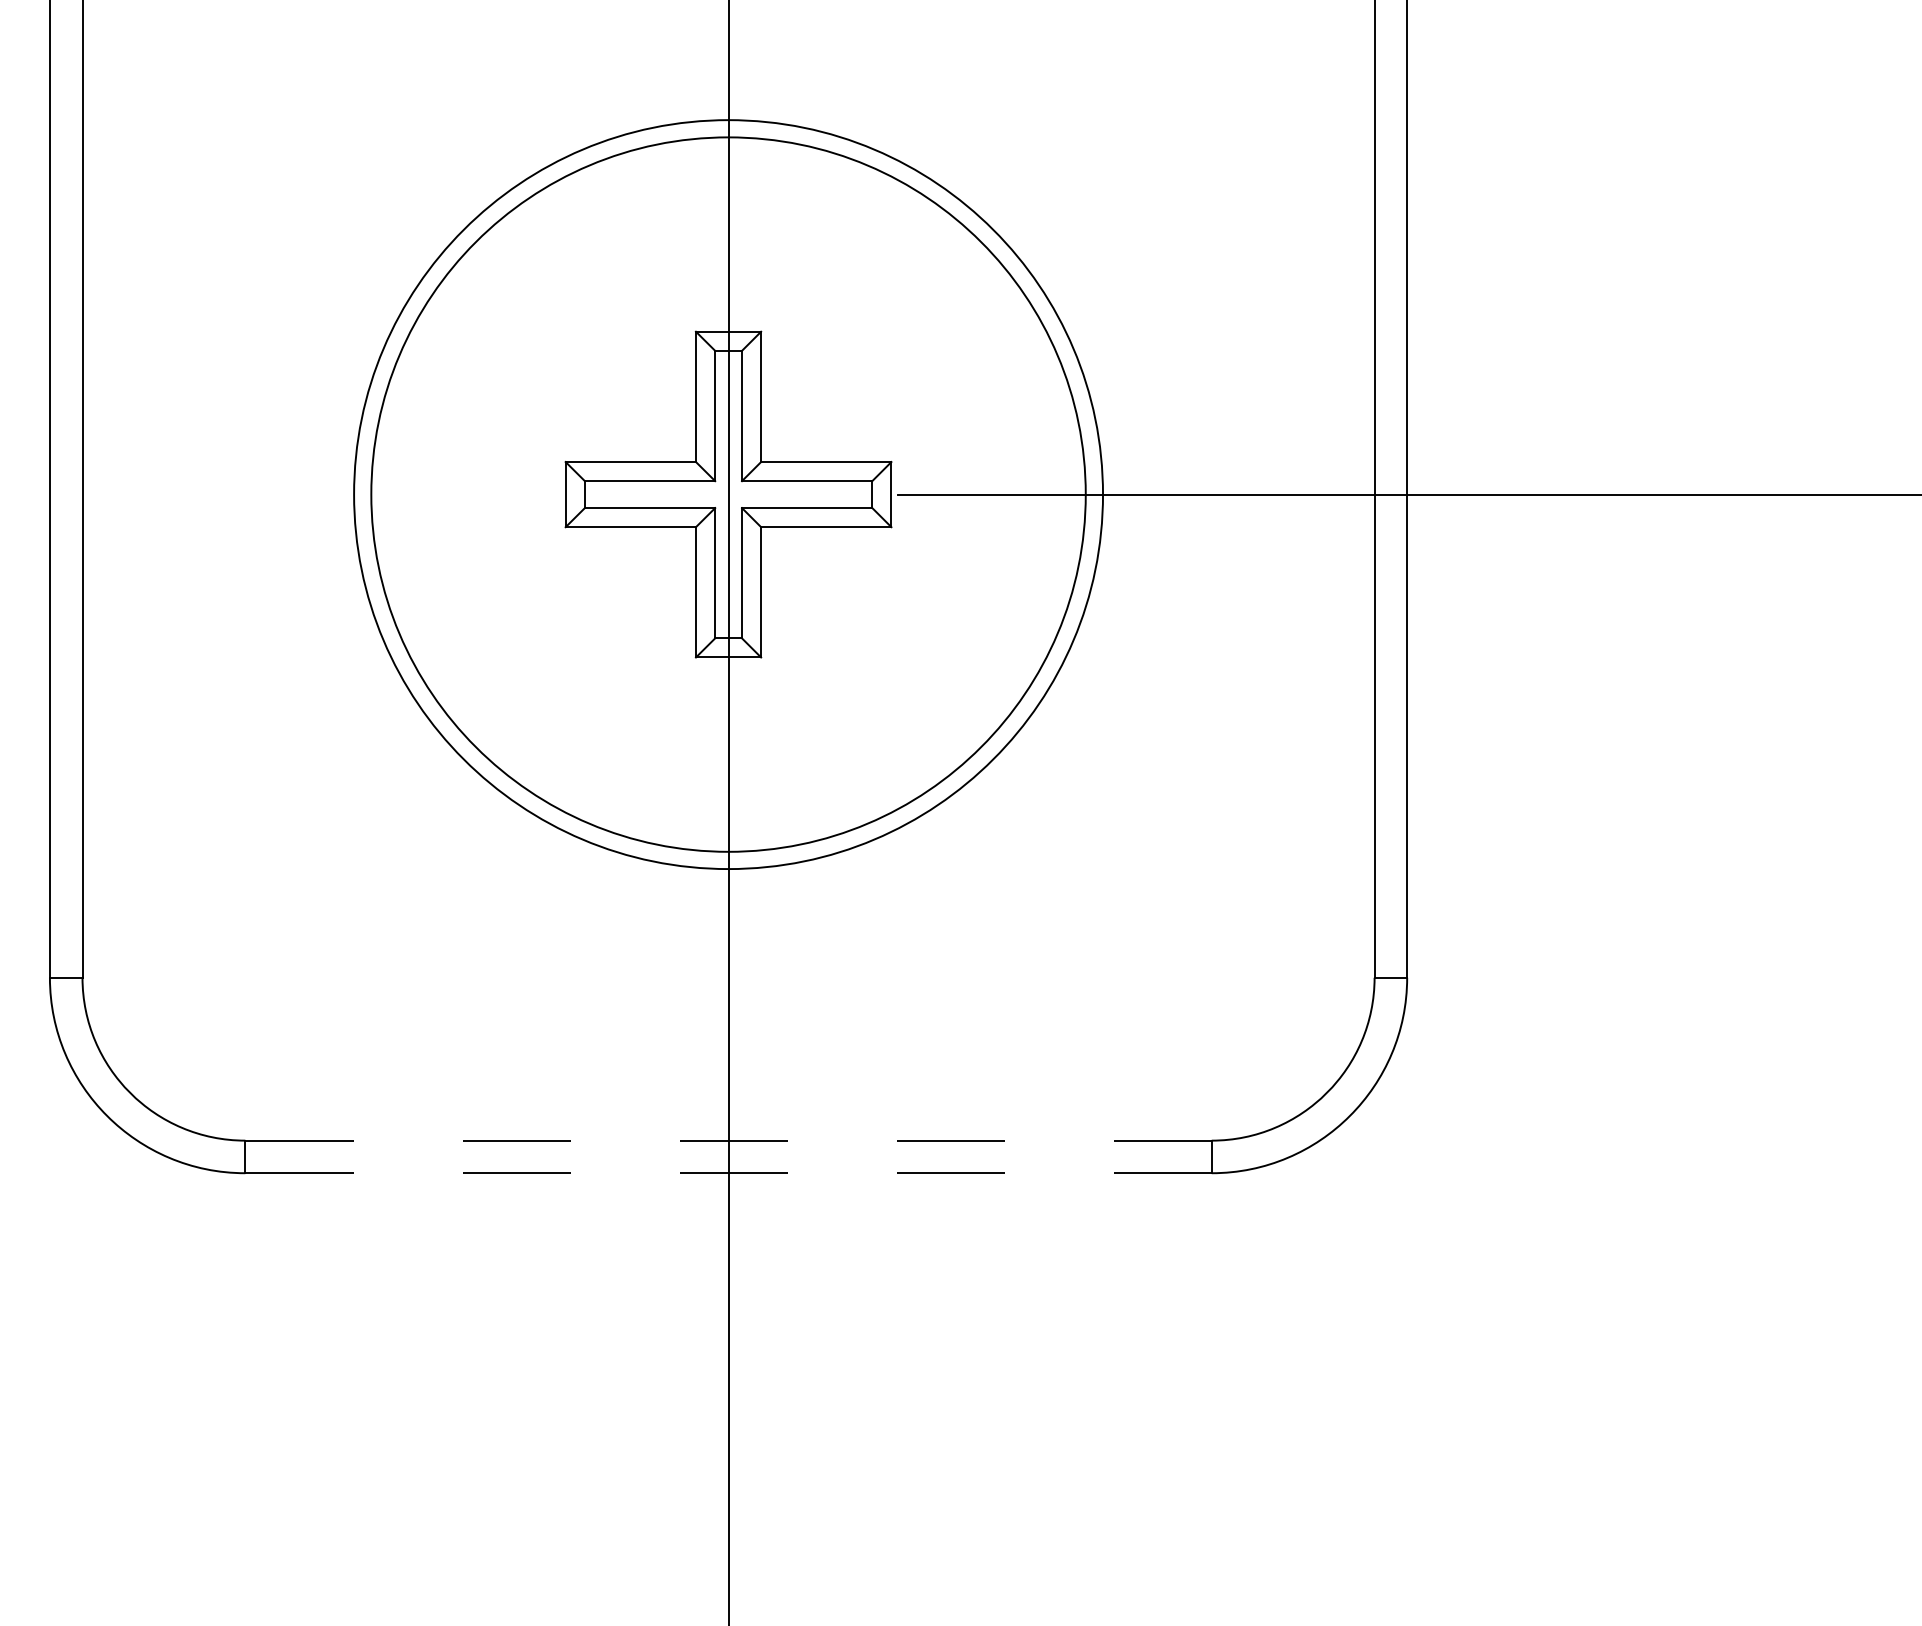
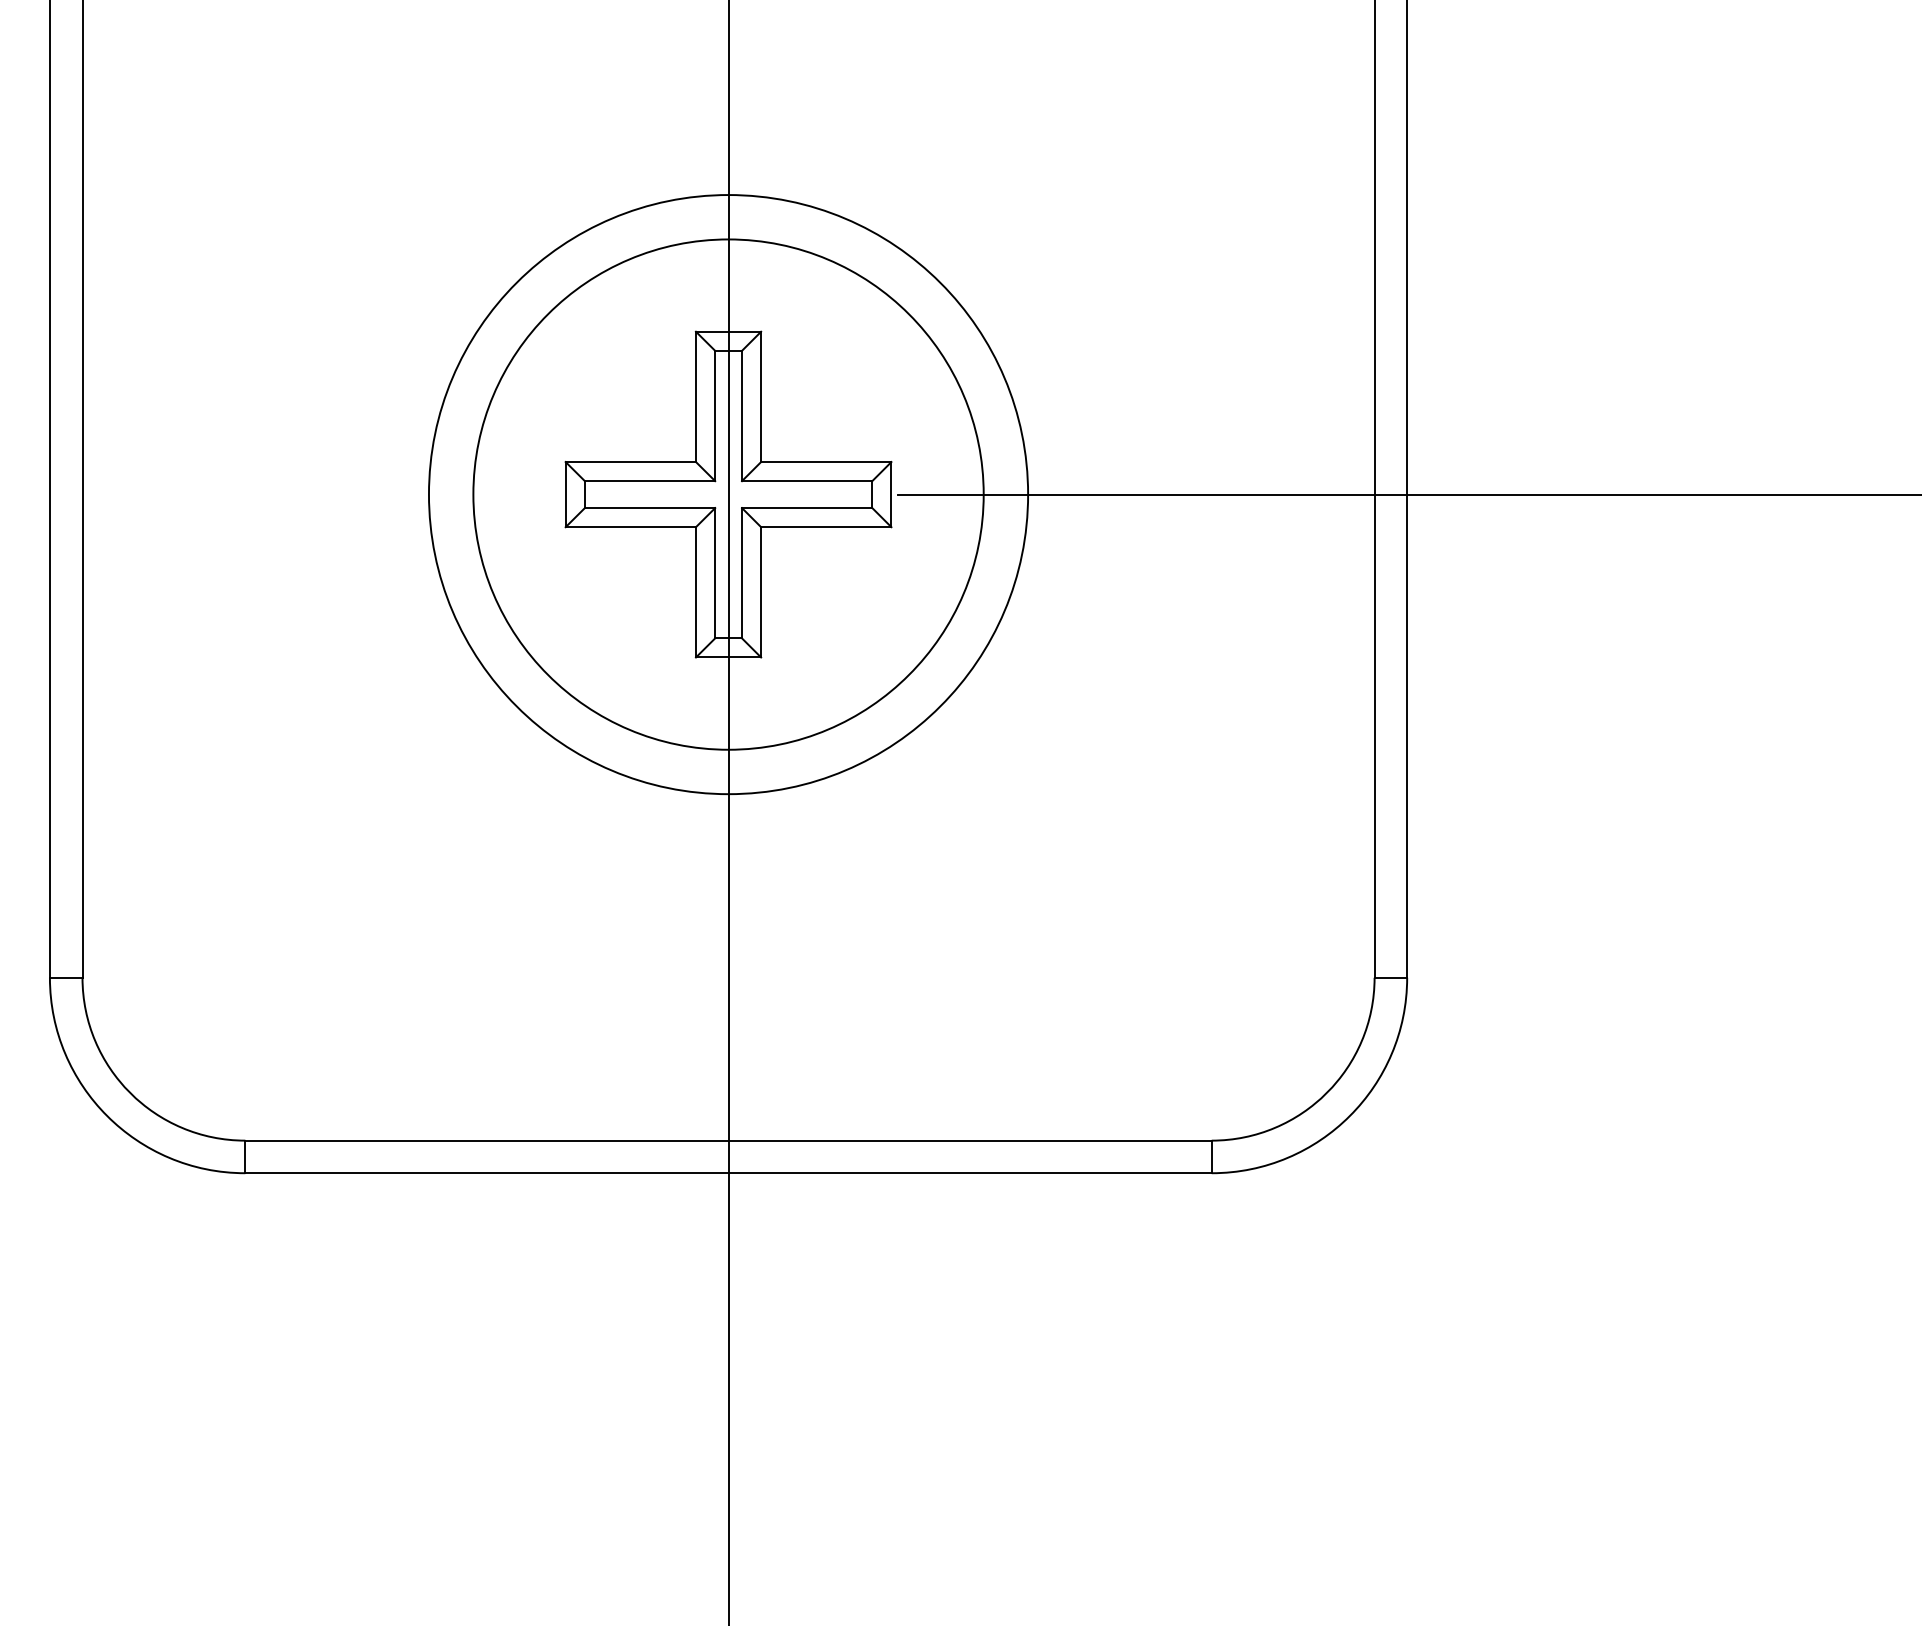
circle at (728, 494) diameter: 714 px -> 510 px
circle at (728, 494) diameter: 749 px -> 599 px
line at (729, 1140): dashed -> solid
line at (729, 1173): dashed -> solid
